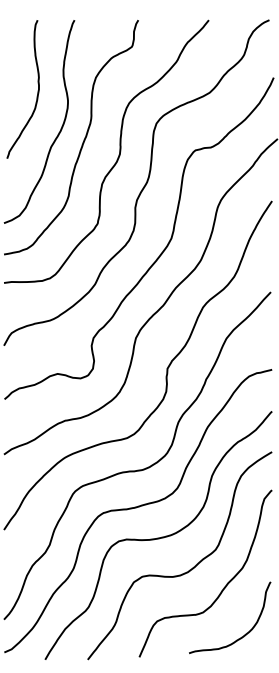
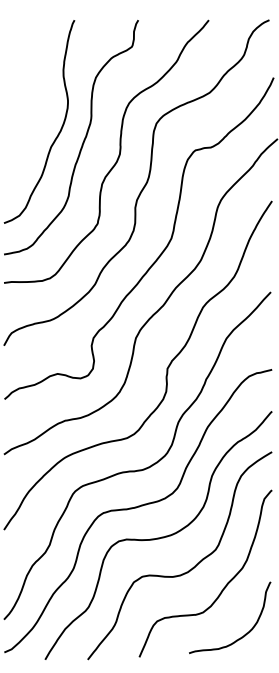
curve at (37, 90): present -> none
